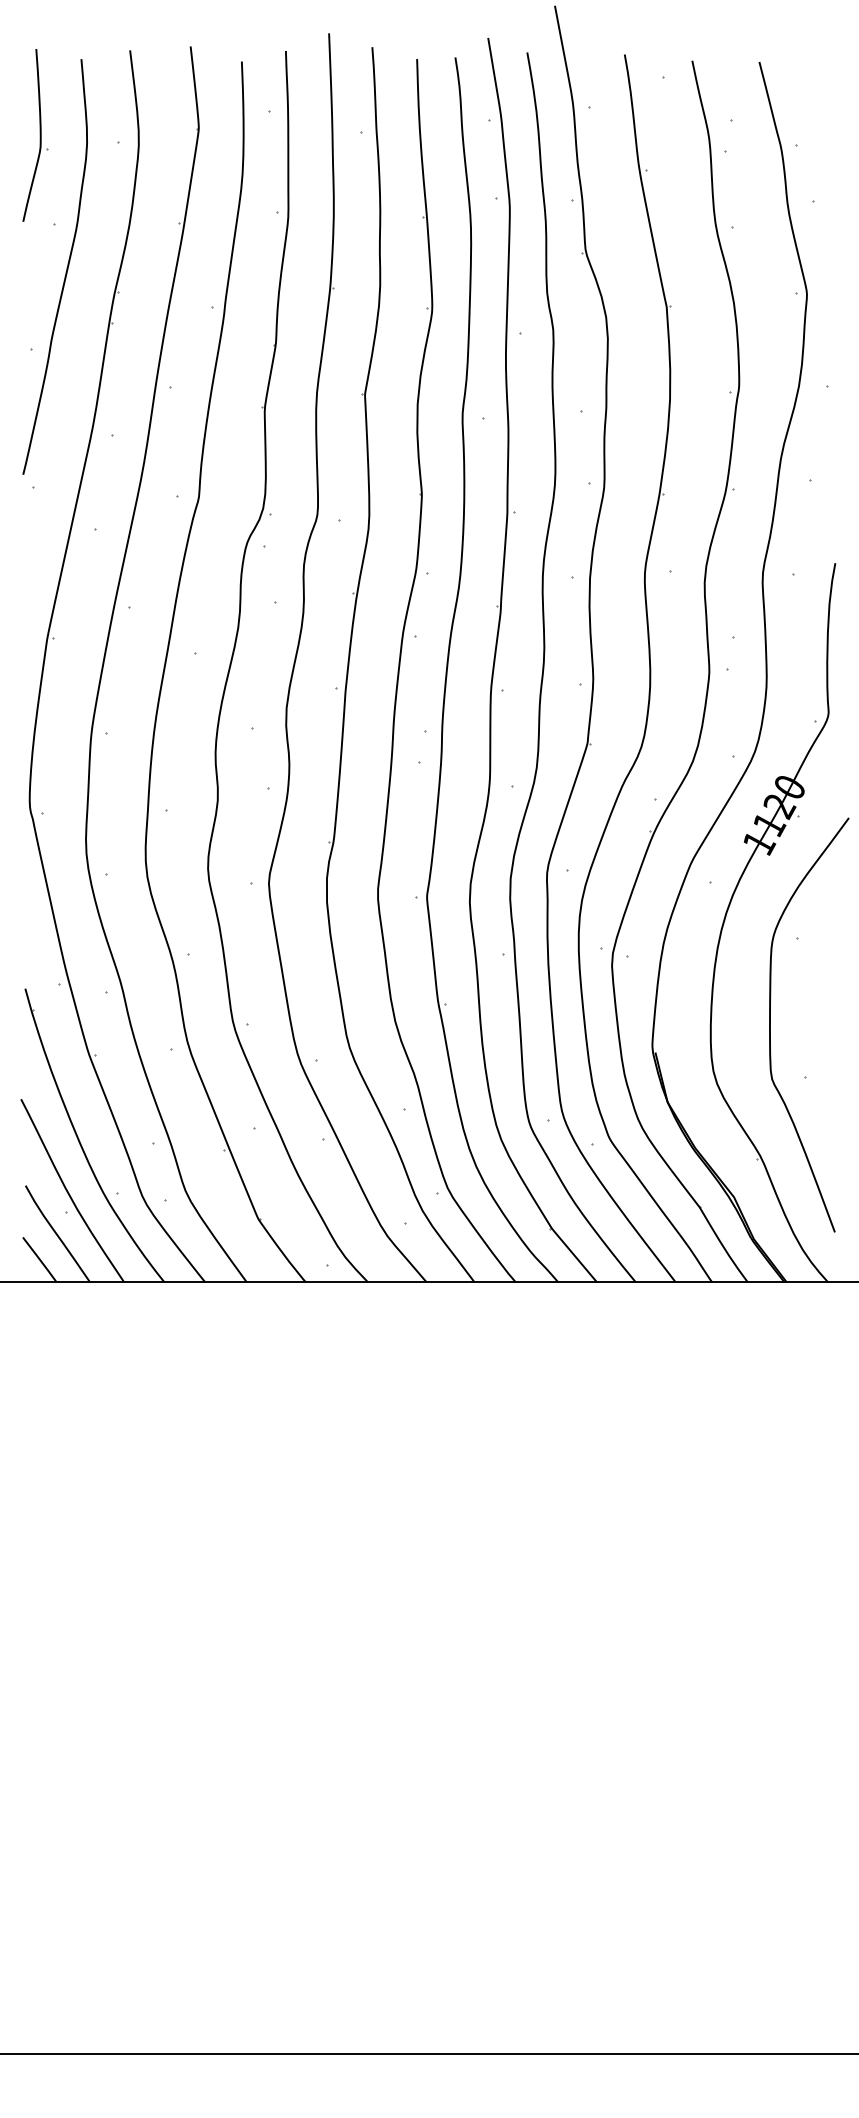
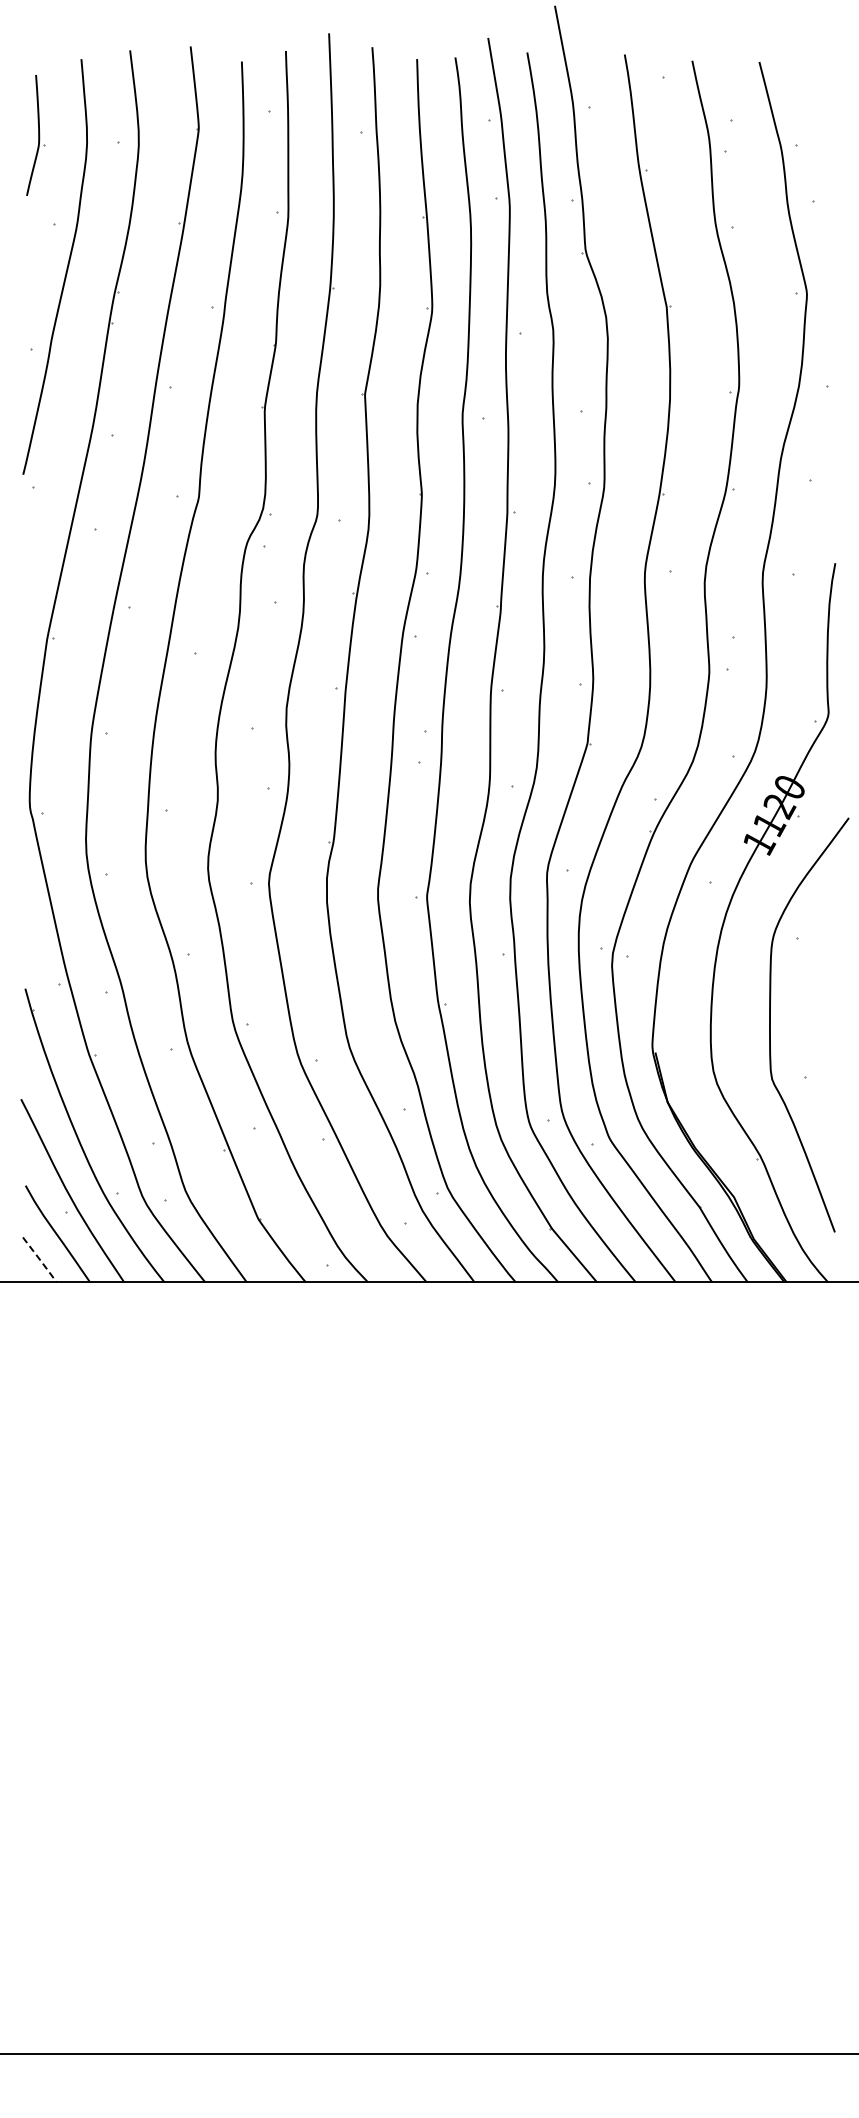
part at (35, 135) size: 27x173 px -> 20x121 px
line at (40, 1260): solid -> dashed
